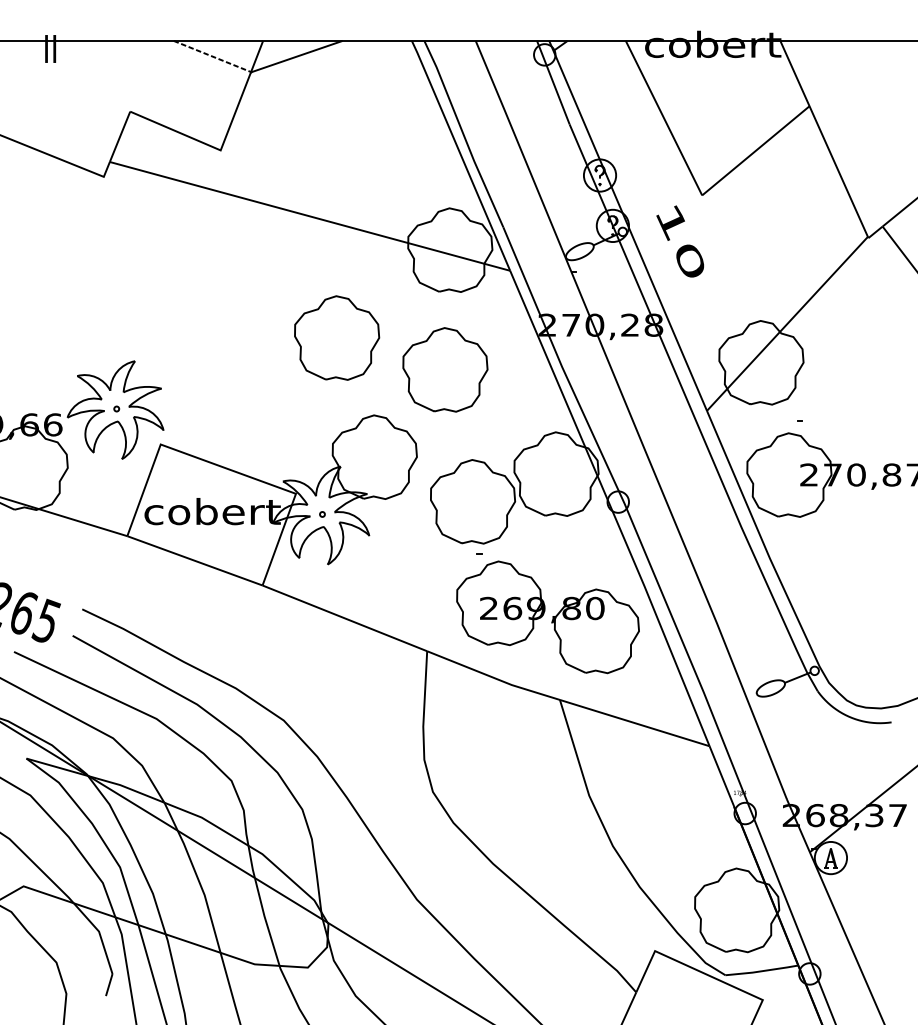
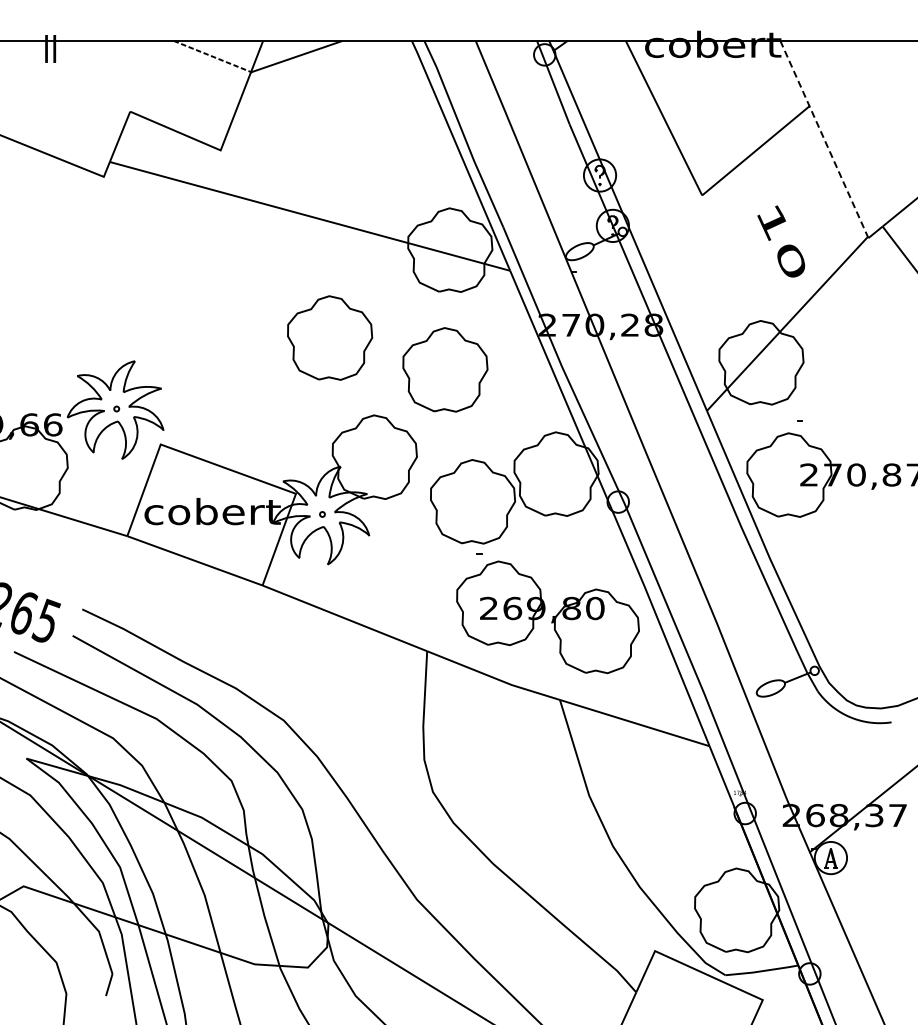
line at (824, 139): solid -> dashed
text at (679, 241) position: (679, 241) -> (780, 241)
part at (337, 337) position: (337, 337) -> (330, 337)
